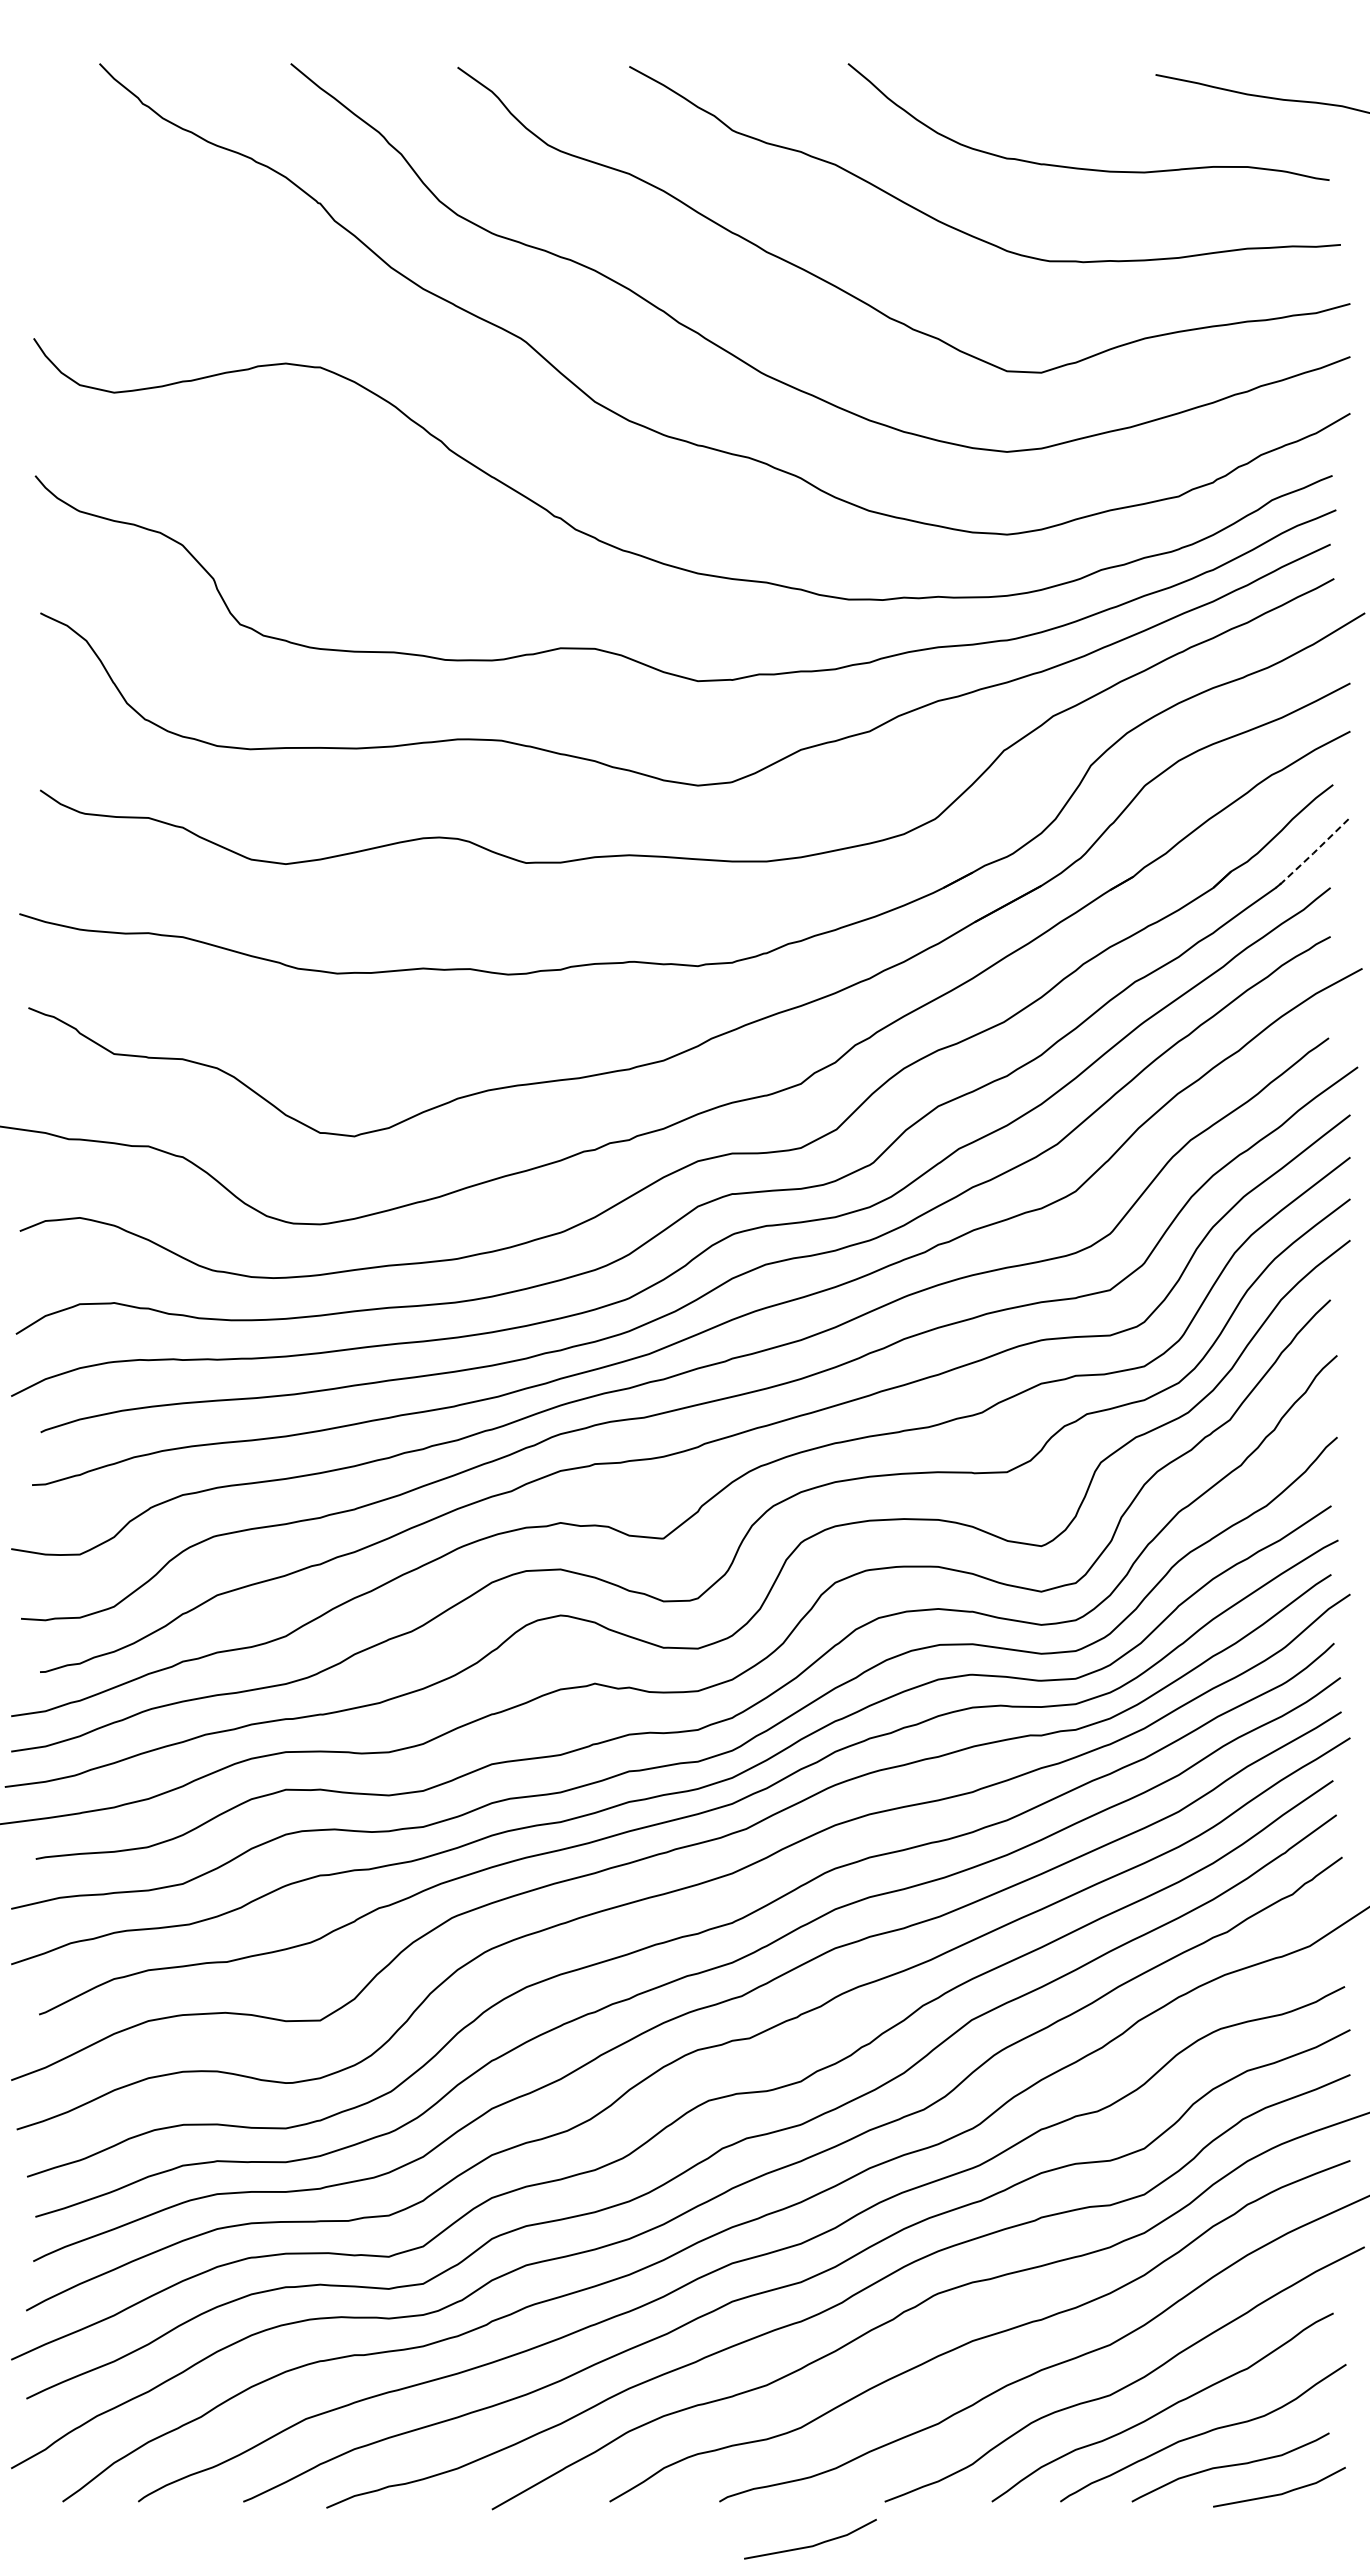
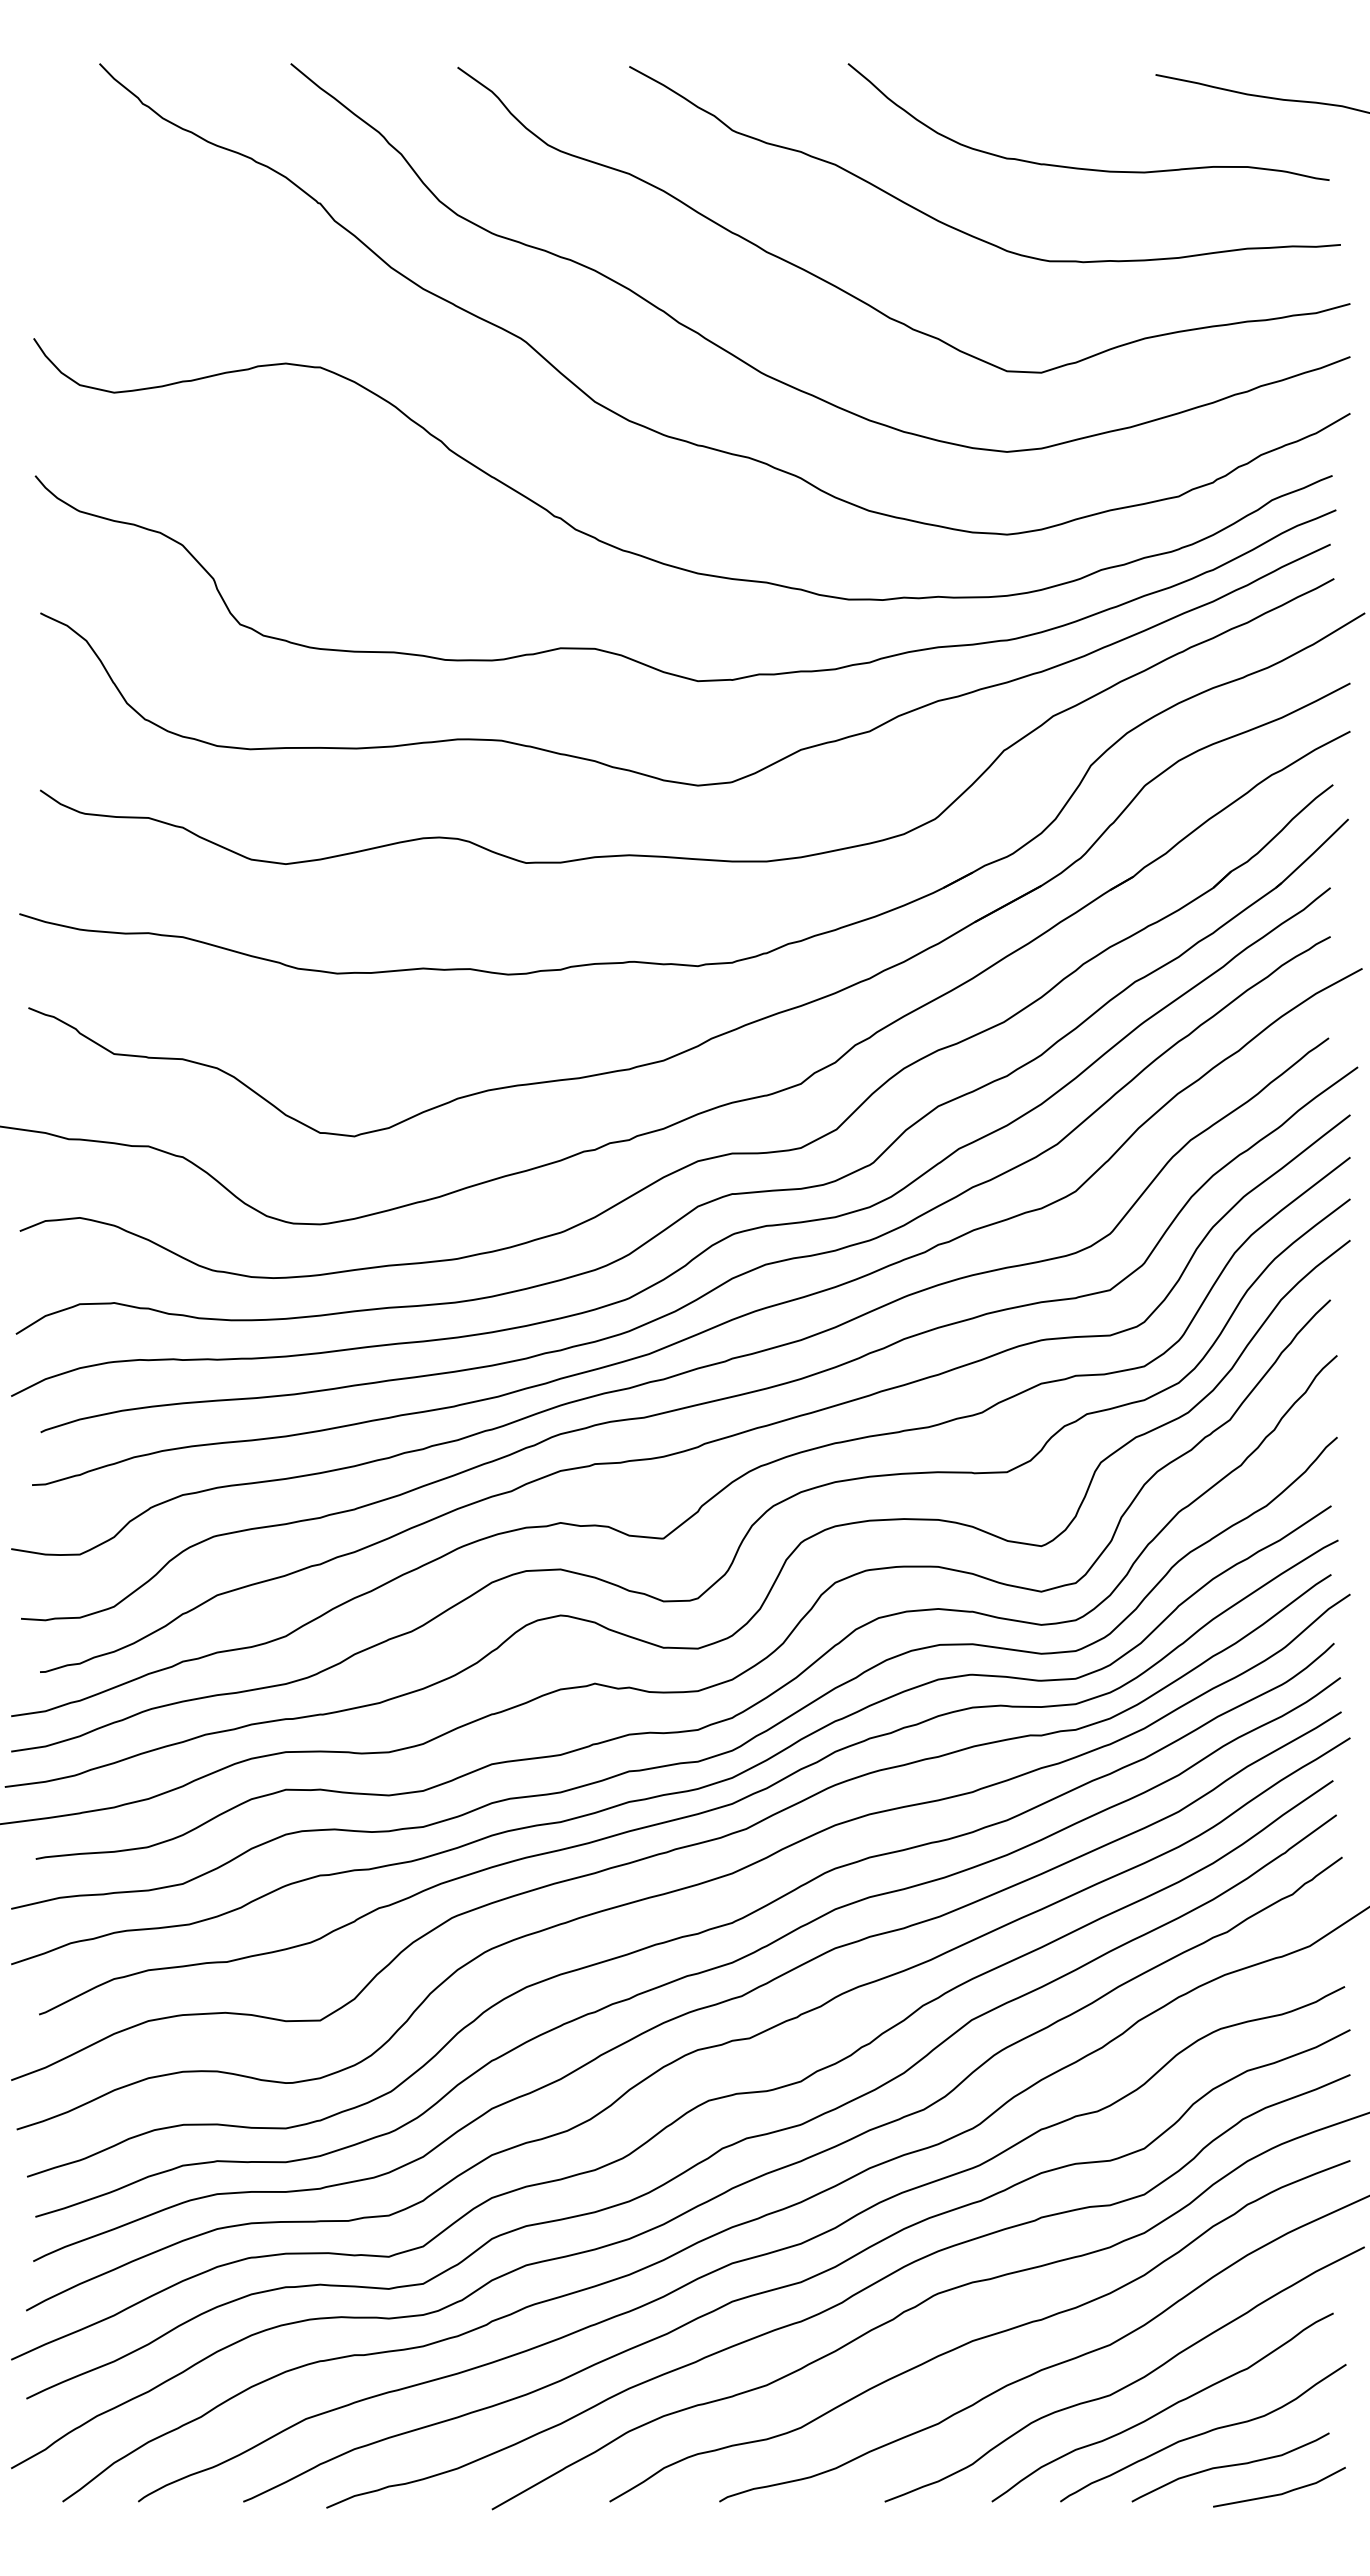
line at (1312, 854): dashed -> solid
line at (810, 2545): present -> none
